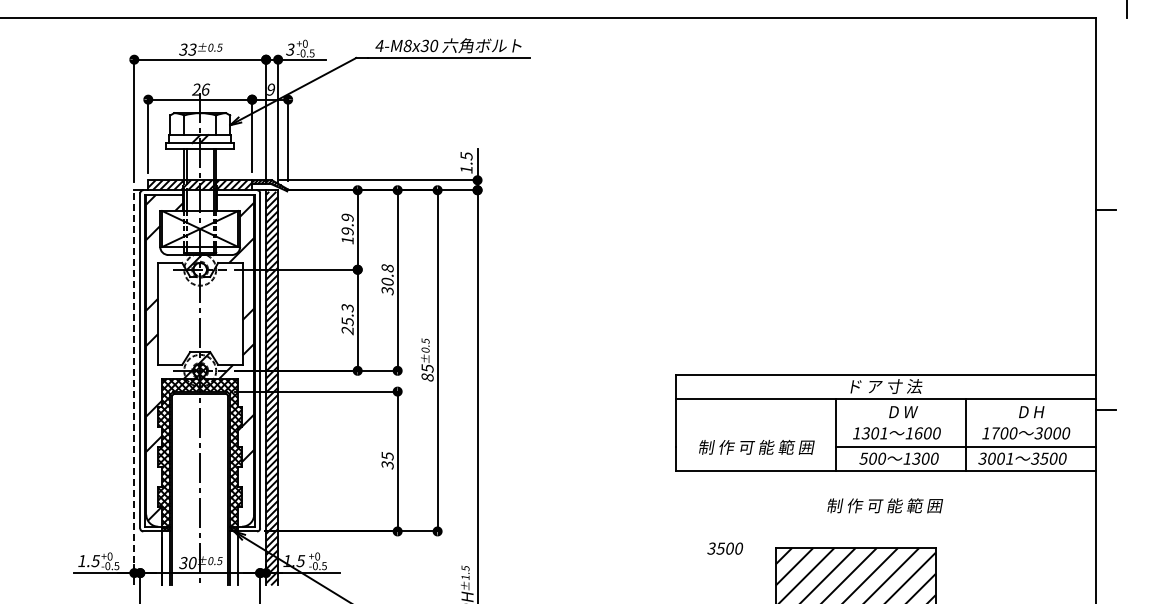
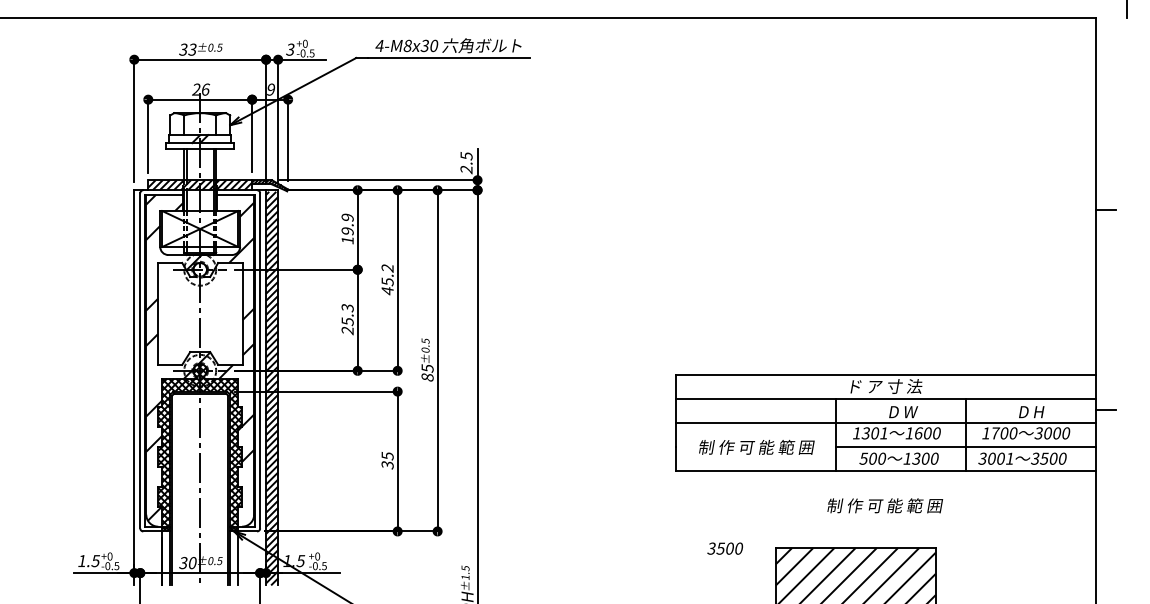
text at (466, 170): 1.5 -> 2.5
text at (387, 279): 30.8 -> 45.2
line at (134, 387): dashed -> solid
line at (885, 423): none -> present
